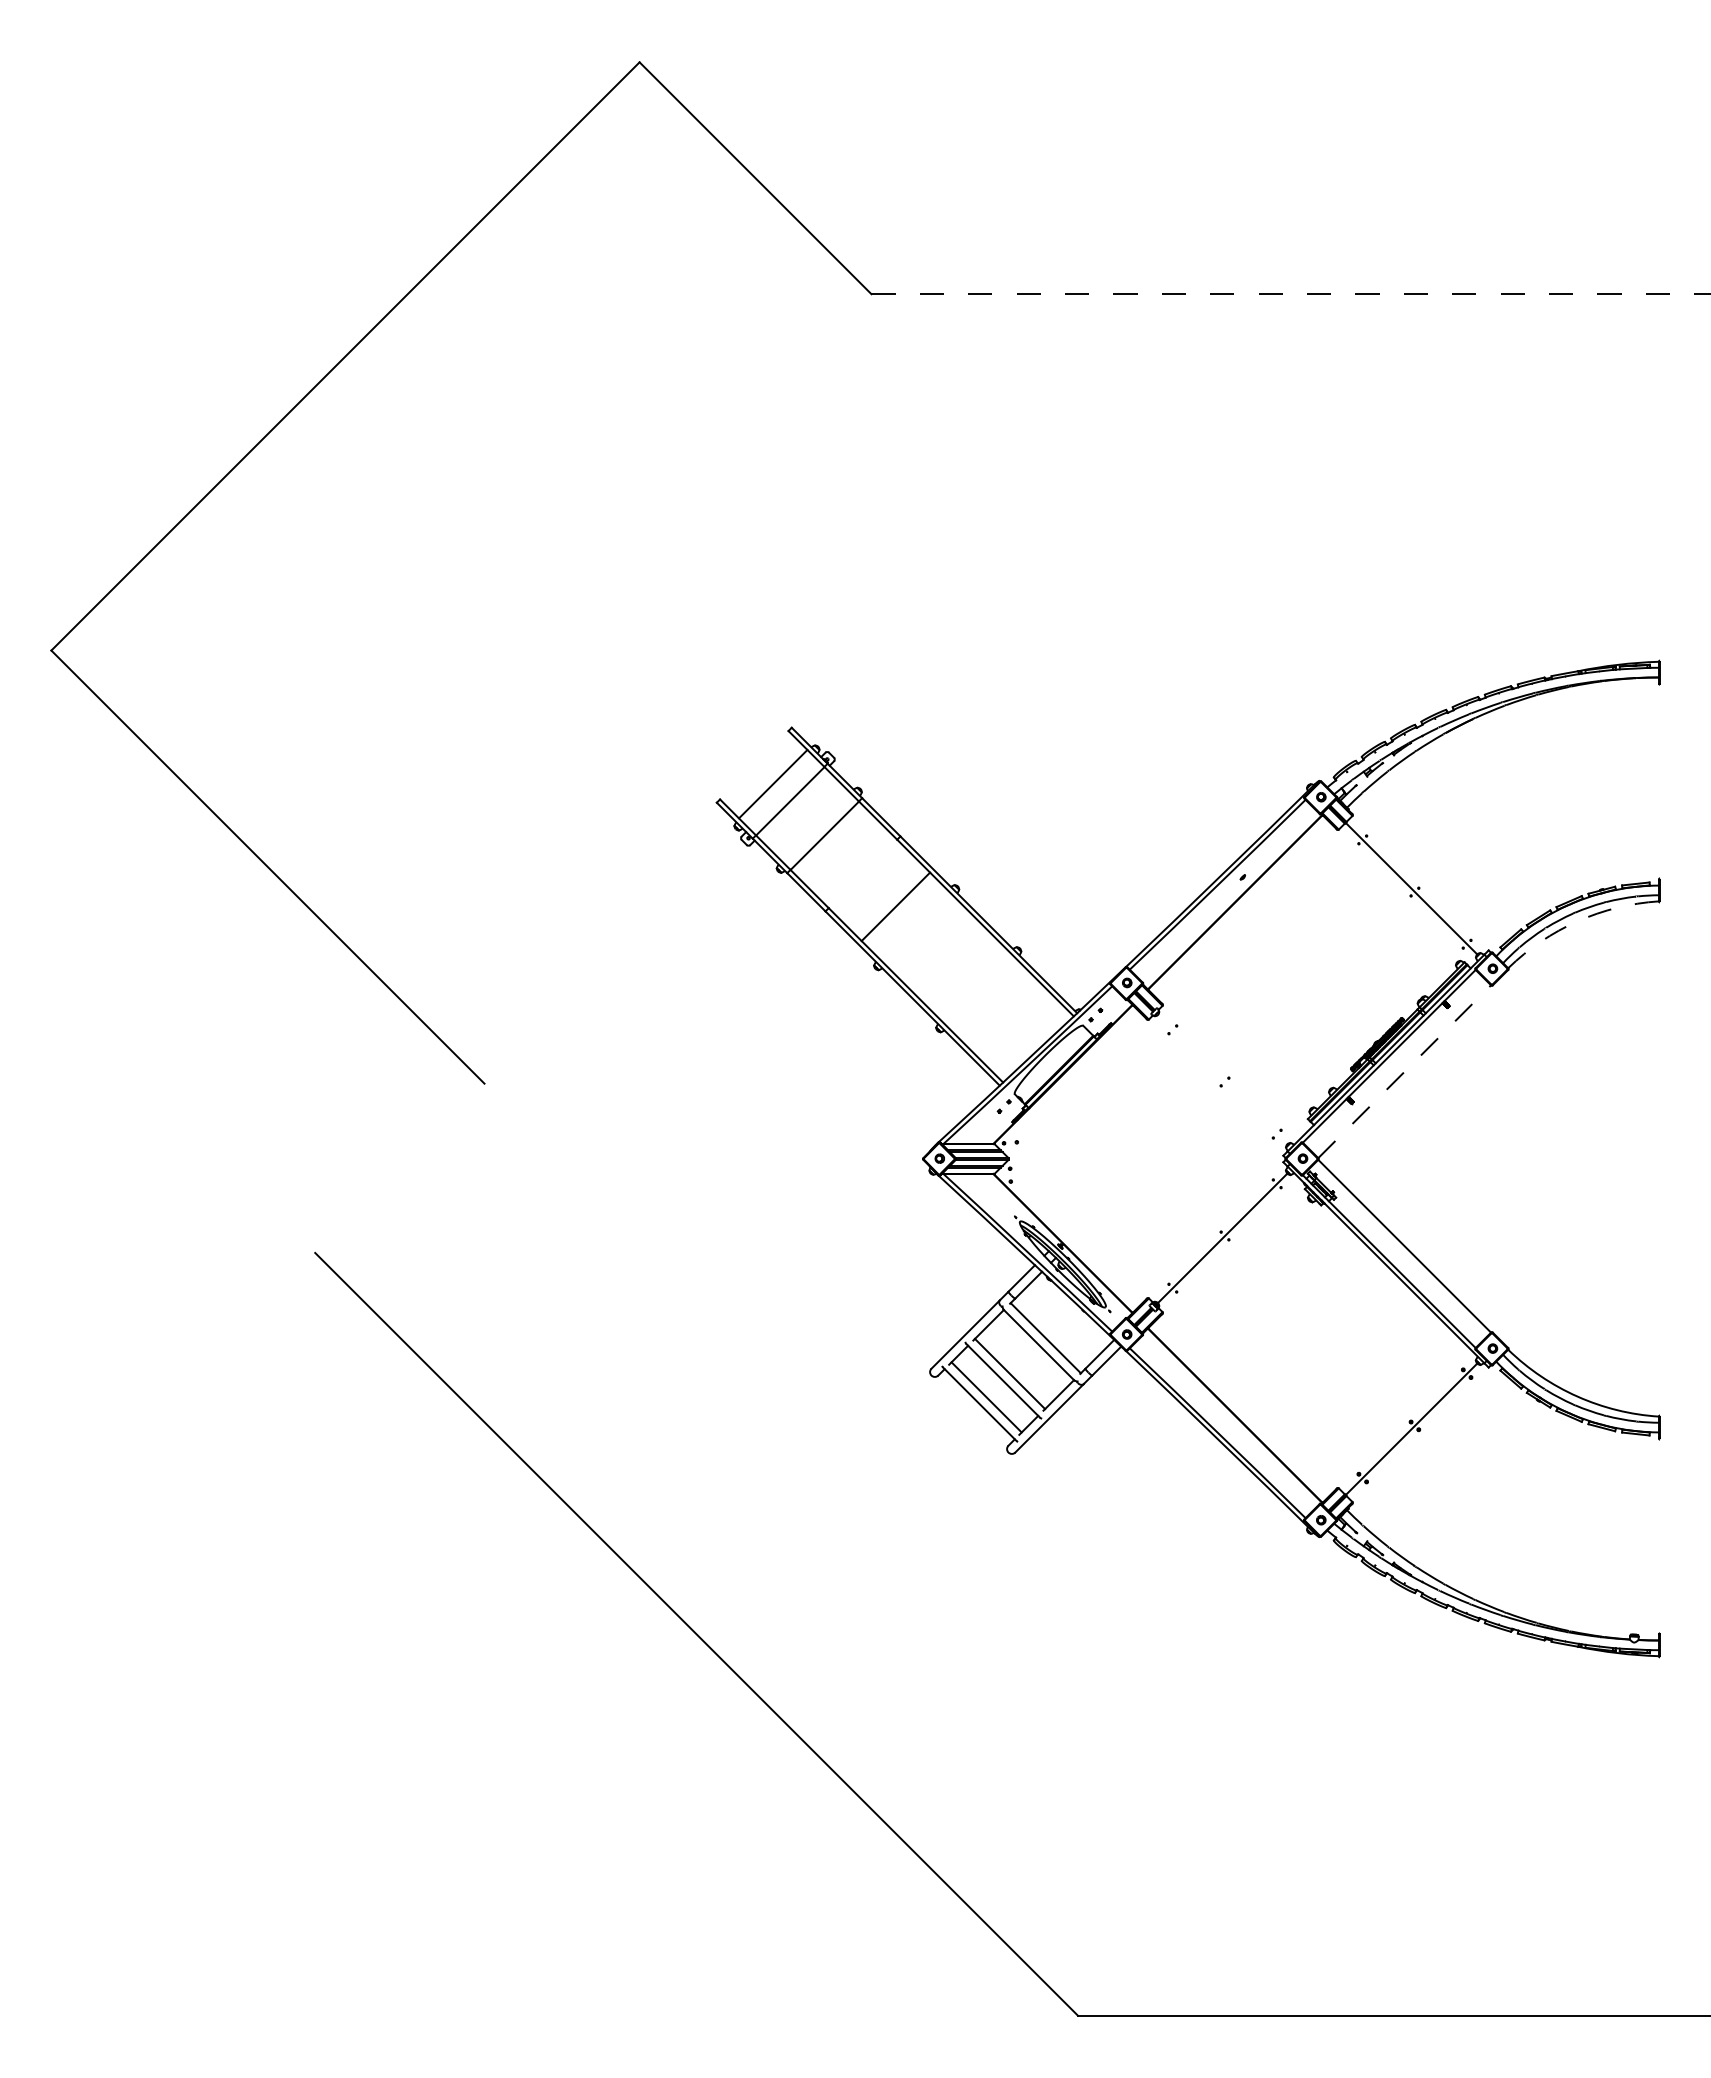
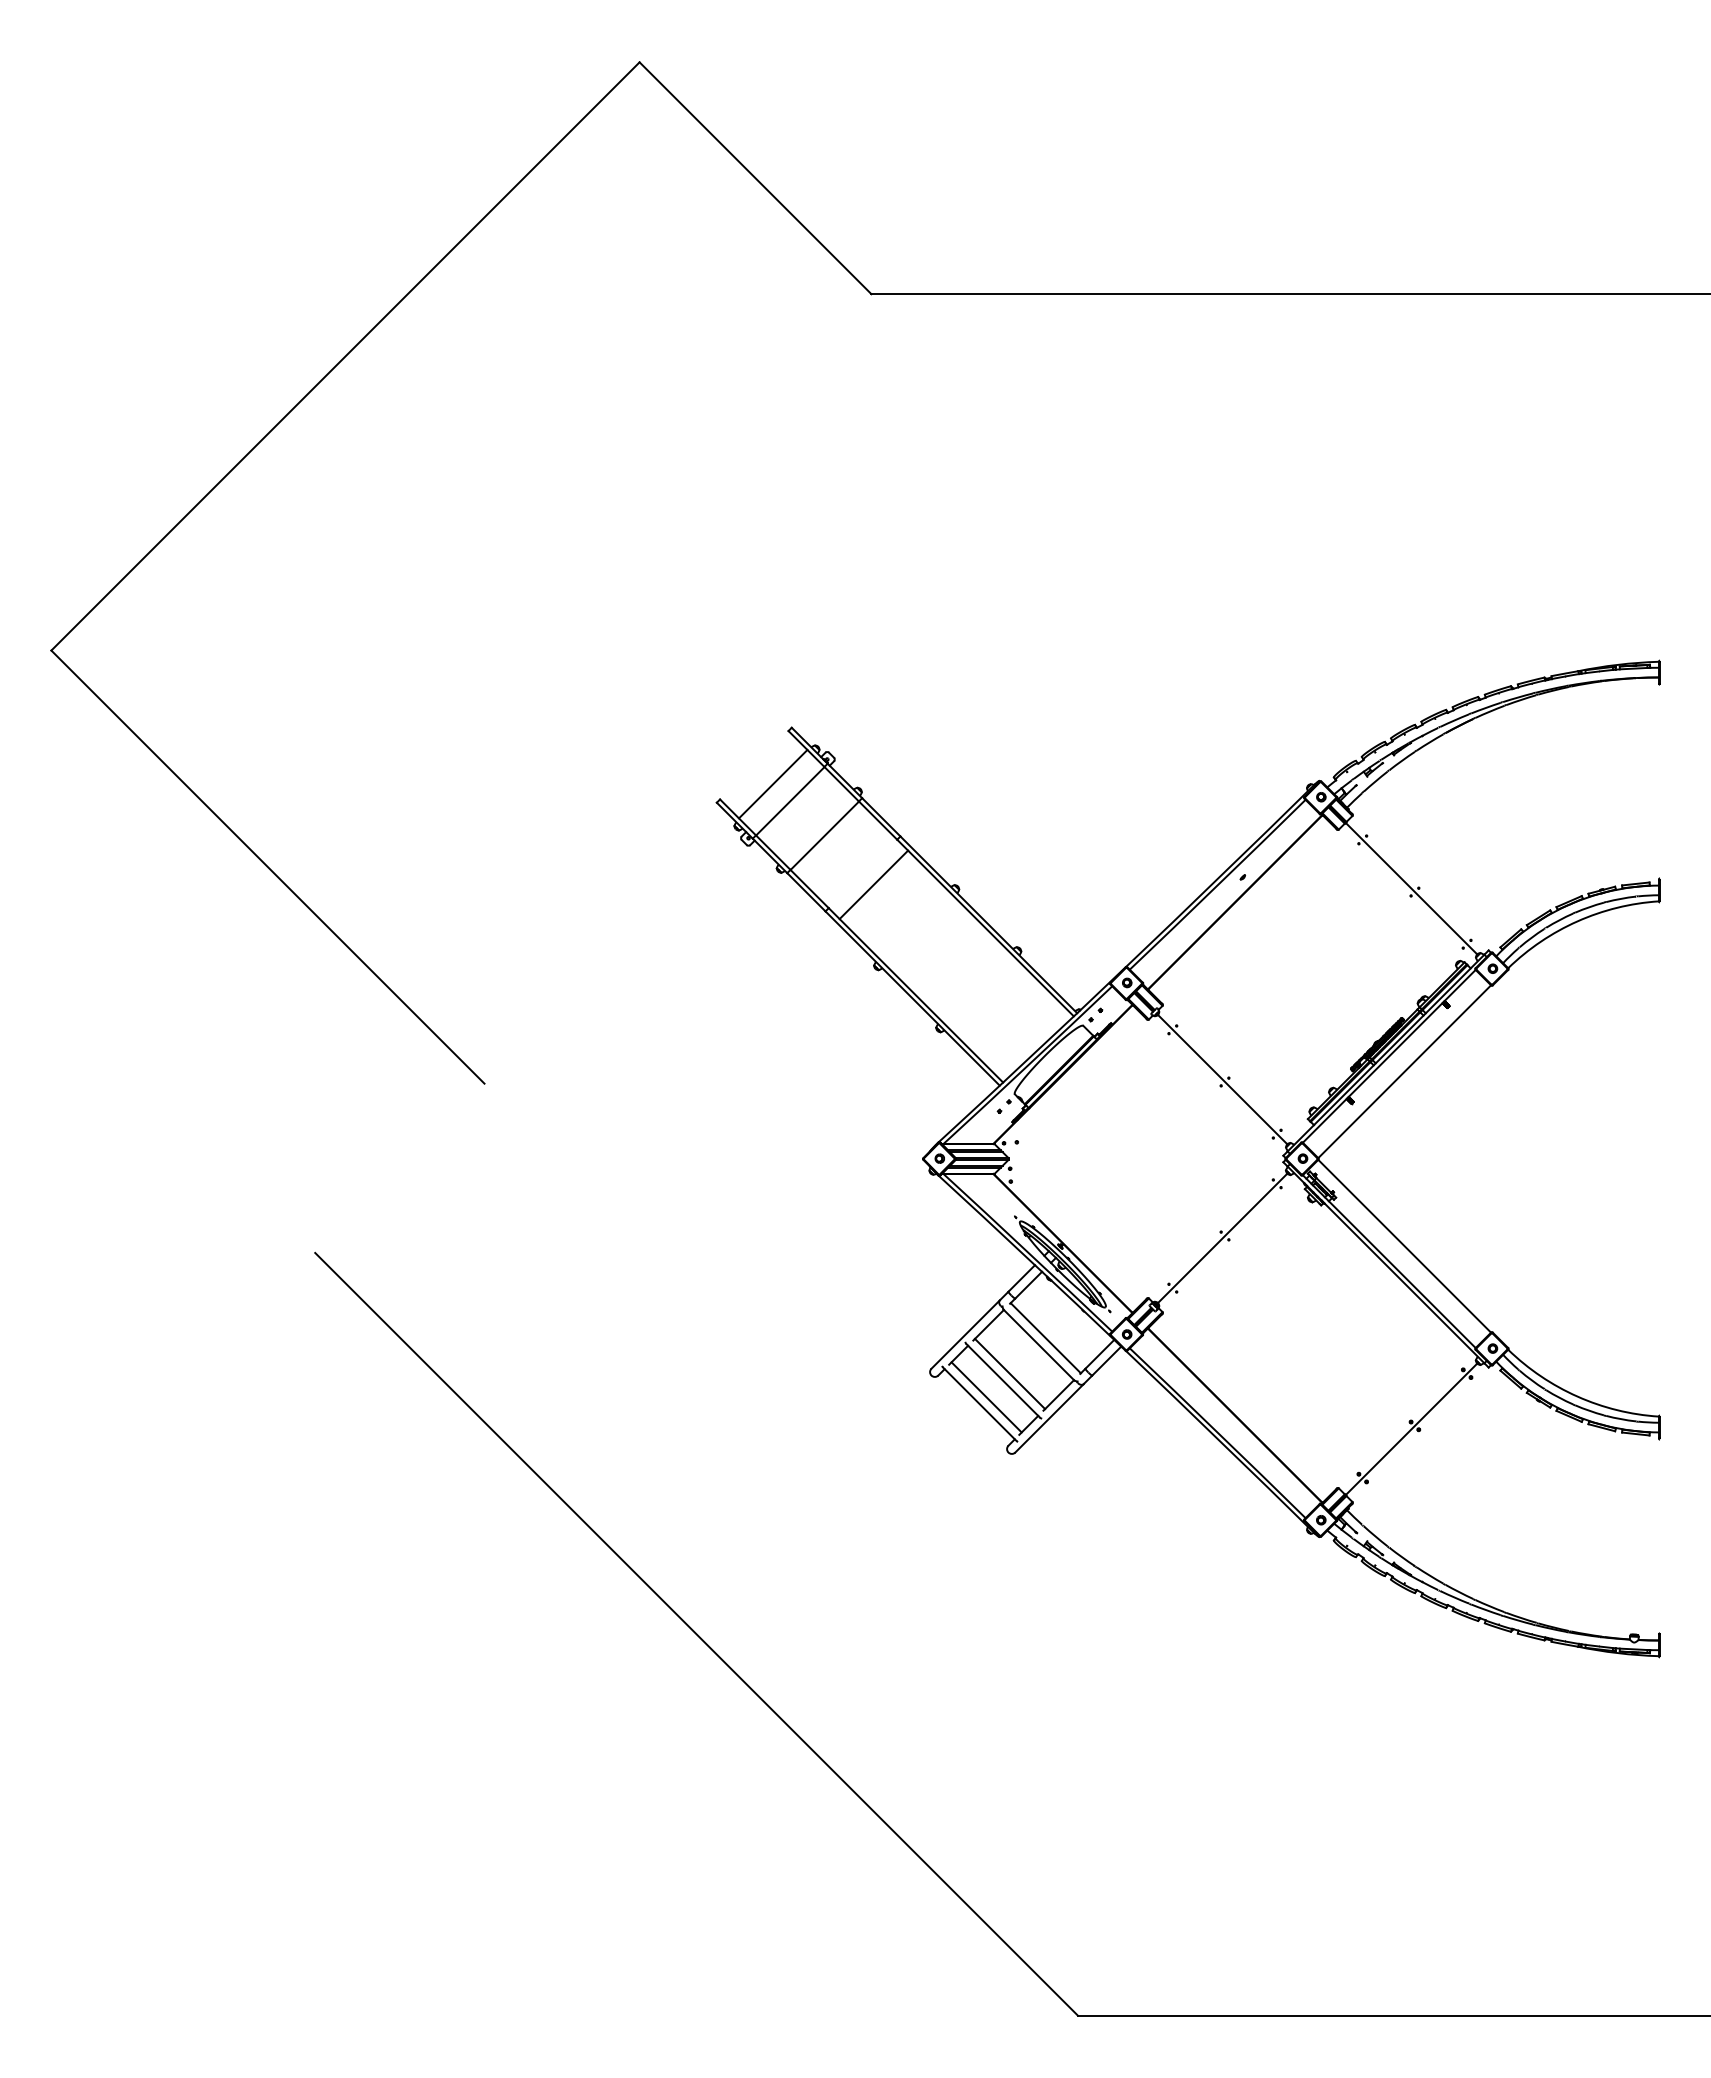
line at (1291, 294): dashed -> solid
line at (895, 906) position: (895, 906) -> (873, 884)
arc at (1577, 921): dashed -> solid
line at (1405, 1071): dashed -> solid
line at (1222, 1079): none -> present
